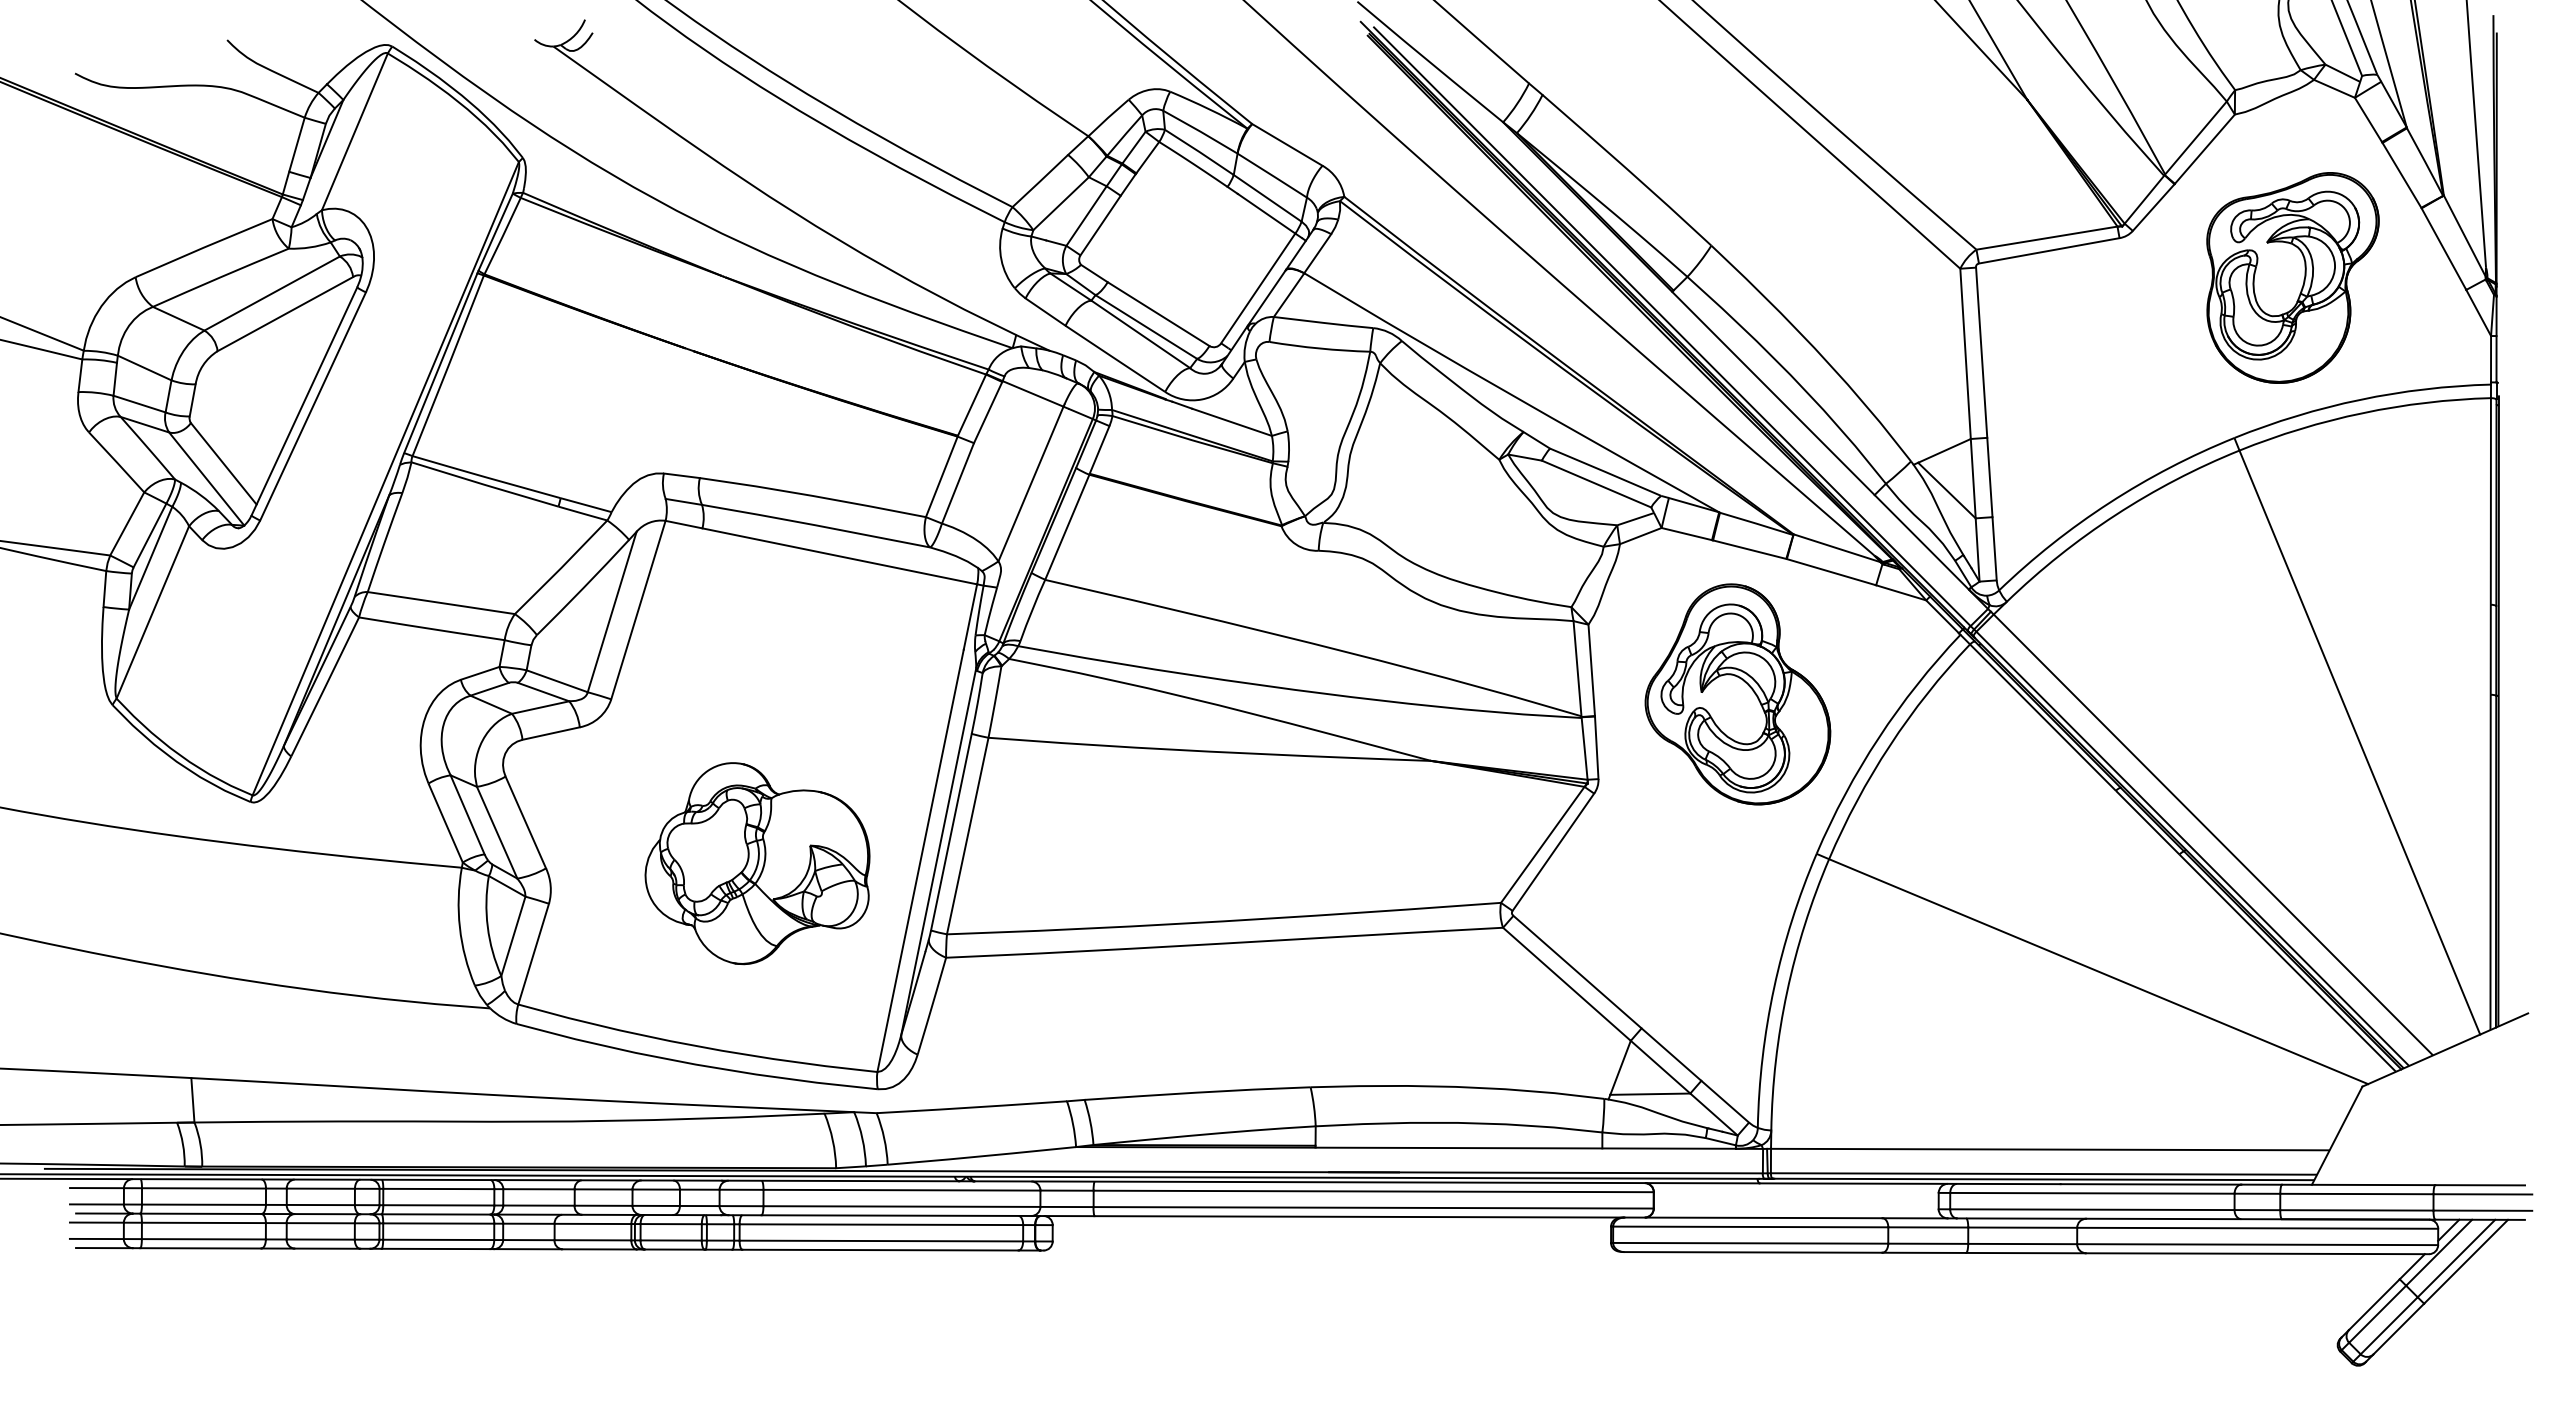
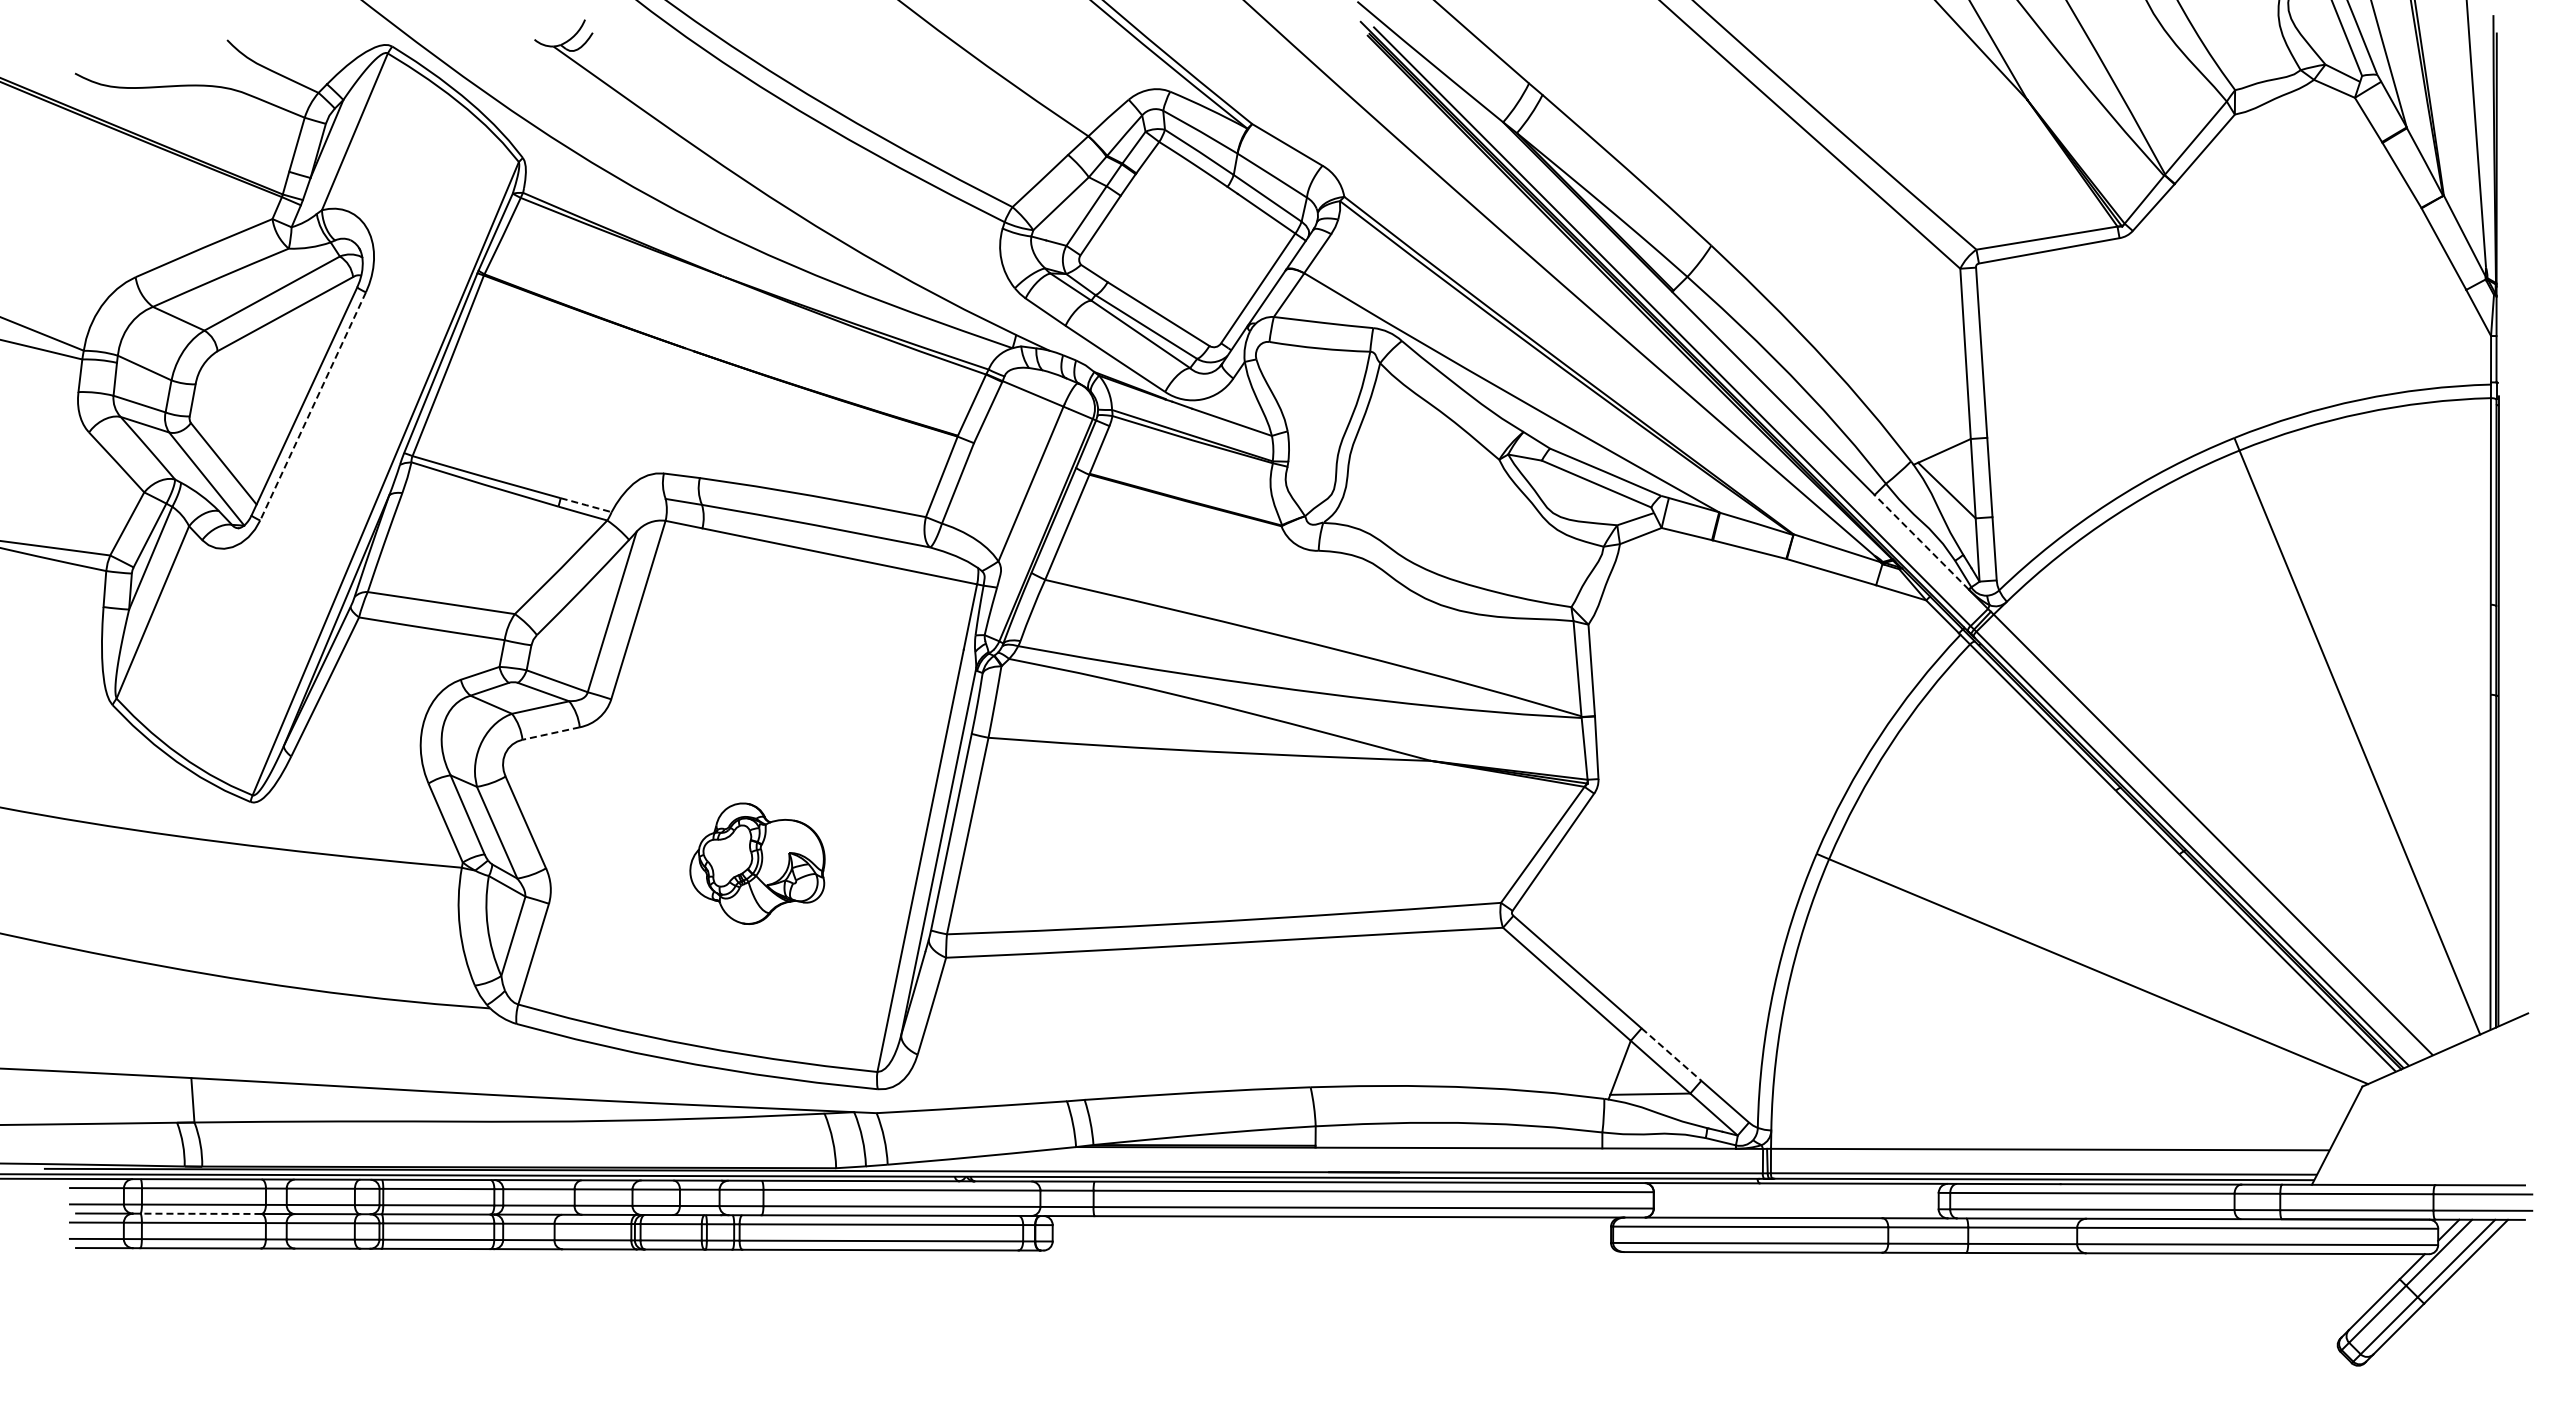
part at (2292, 277): present -> none
line at (313, 406): solid -> dashed
line at (586, 505): solid -> dashed
line at (1921, 542): solid -> dashed
part at (1737, 694): present -> none
line at (550, 733): solid -> dashed
part at (757, 863) size: 227x204 px -> 137x123 px
line at (1671, 1054): solid -> dashed
line at (200, 1213): solid -> dashed
